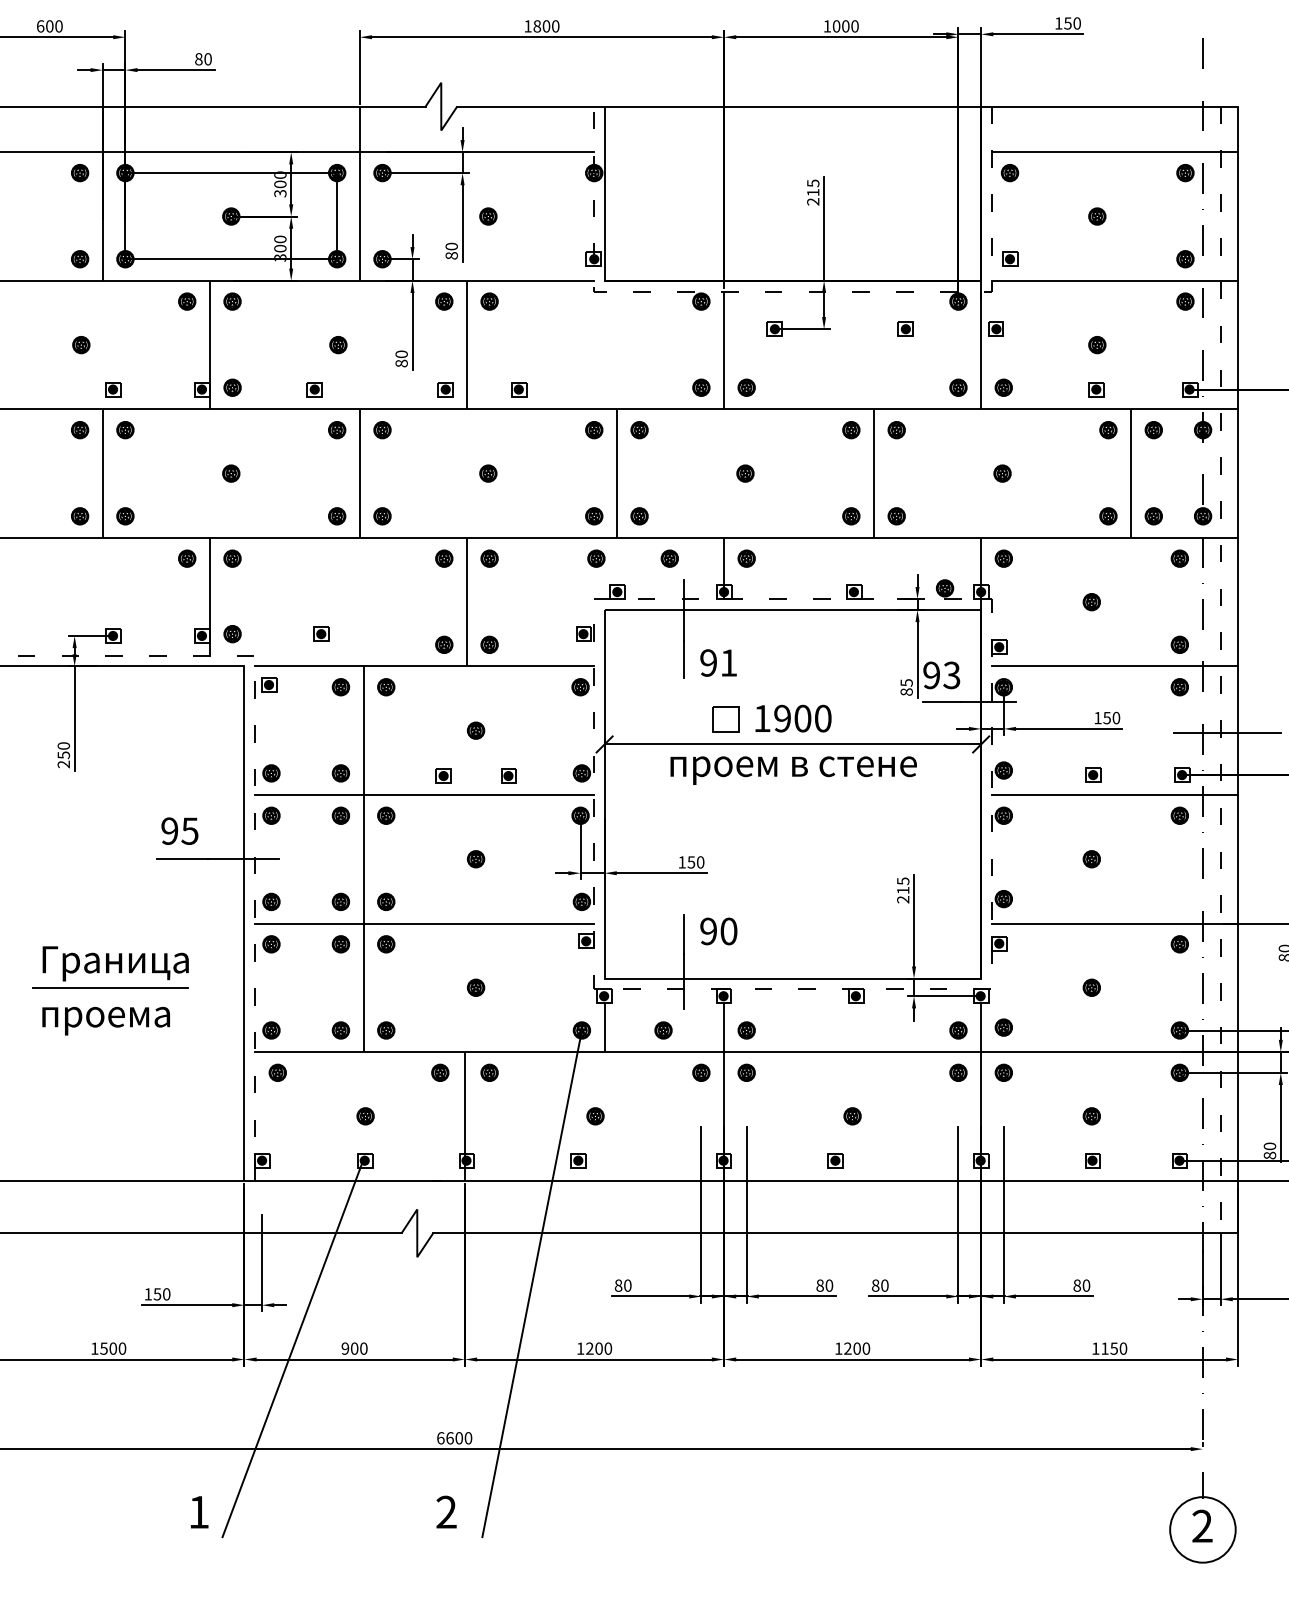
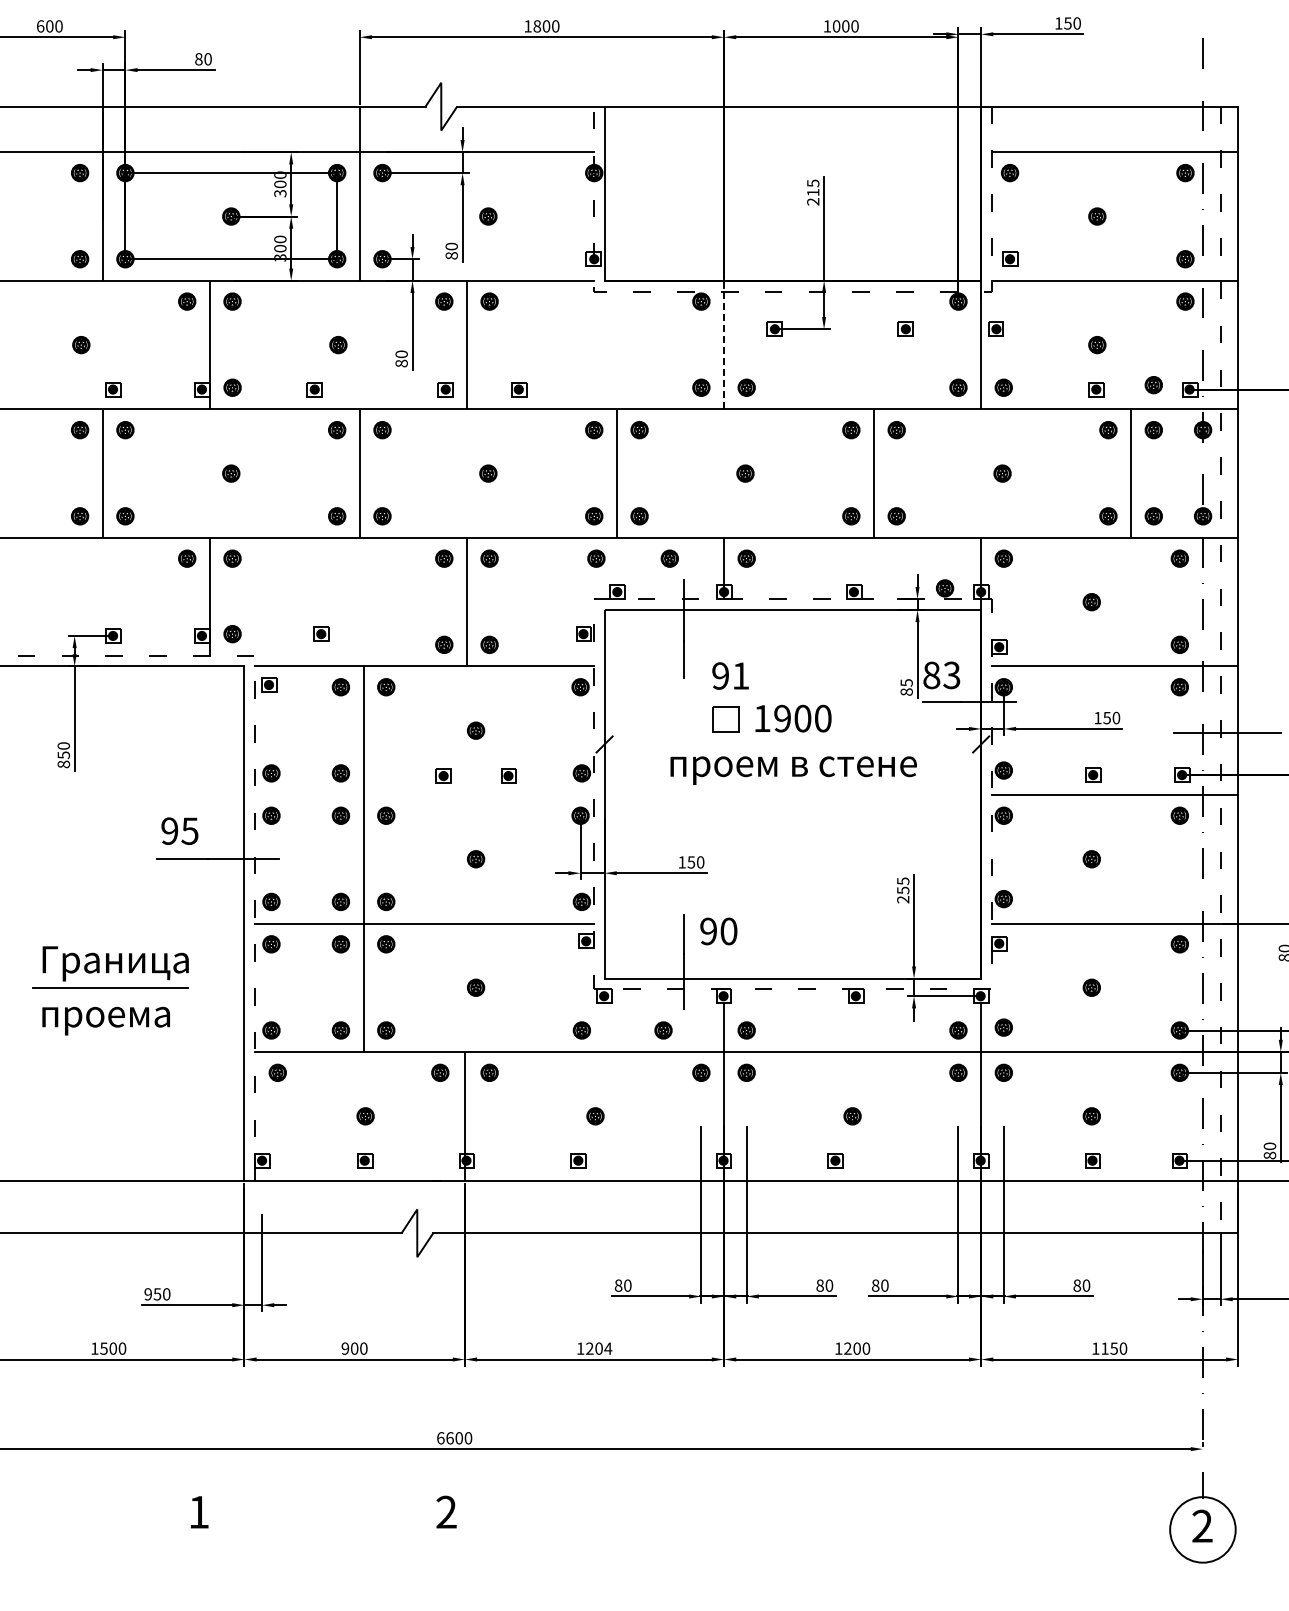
line at (724, 350): solid -> dashed
part at (1153, 385): none -> present
text at (718, 662) position: (718, 662) -> (730, 675)
text at (931, 675): 93 -> 83
line at (792, 744): present -> none
text at (63, 764): 250 -> 850
line at (424, 794): present -> none
text at (903, 890): 215 -> 255
line at (604, 1027): present -> none
line at (531, 1283): present -> none
text at (147, 1294): 150 -> 950
line at (292, 1348): present -> none
text at (608, 1348): 1200 -> 1204
